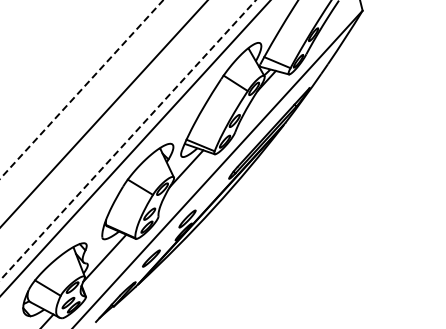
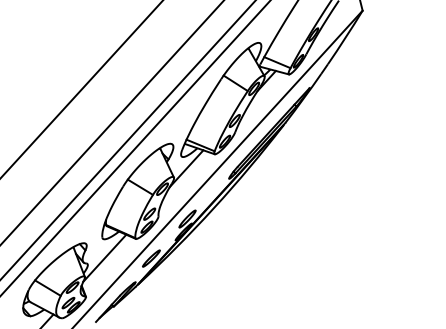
line at (81, 89): dashed -> solid
line at (103, 113) position: (103, 113) -> (112, 122)
line at (128, 140): dashed -> solid
